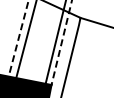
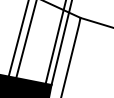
line at (18, 39): dashed -> solid
line at (61, 43): dashed -> solid
